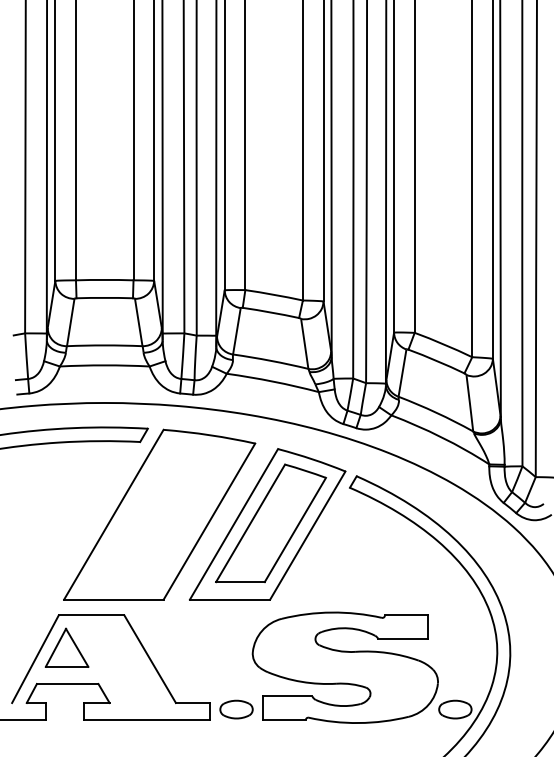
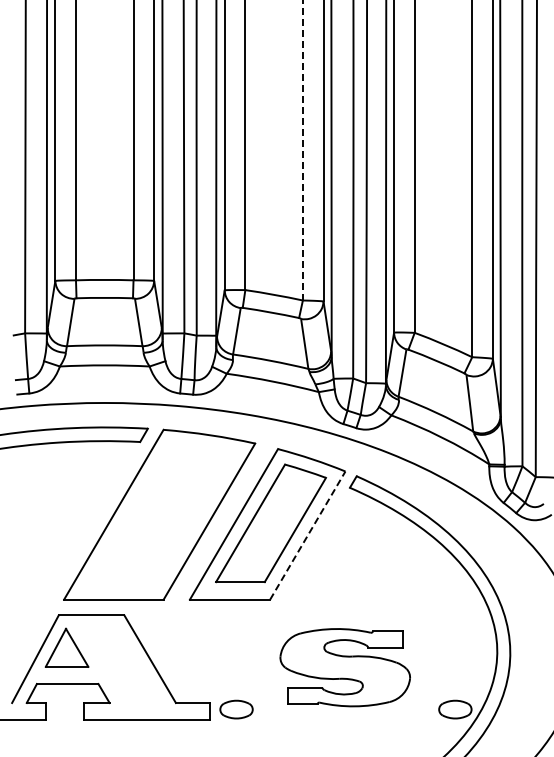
line at (302, 150): solid -> dashed
line at (308, 535): solid -> dashed
part at (344, 667) size: 188x113 px -> 132x80 px
